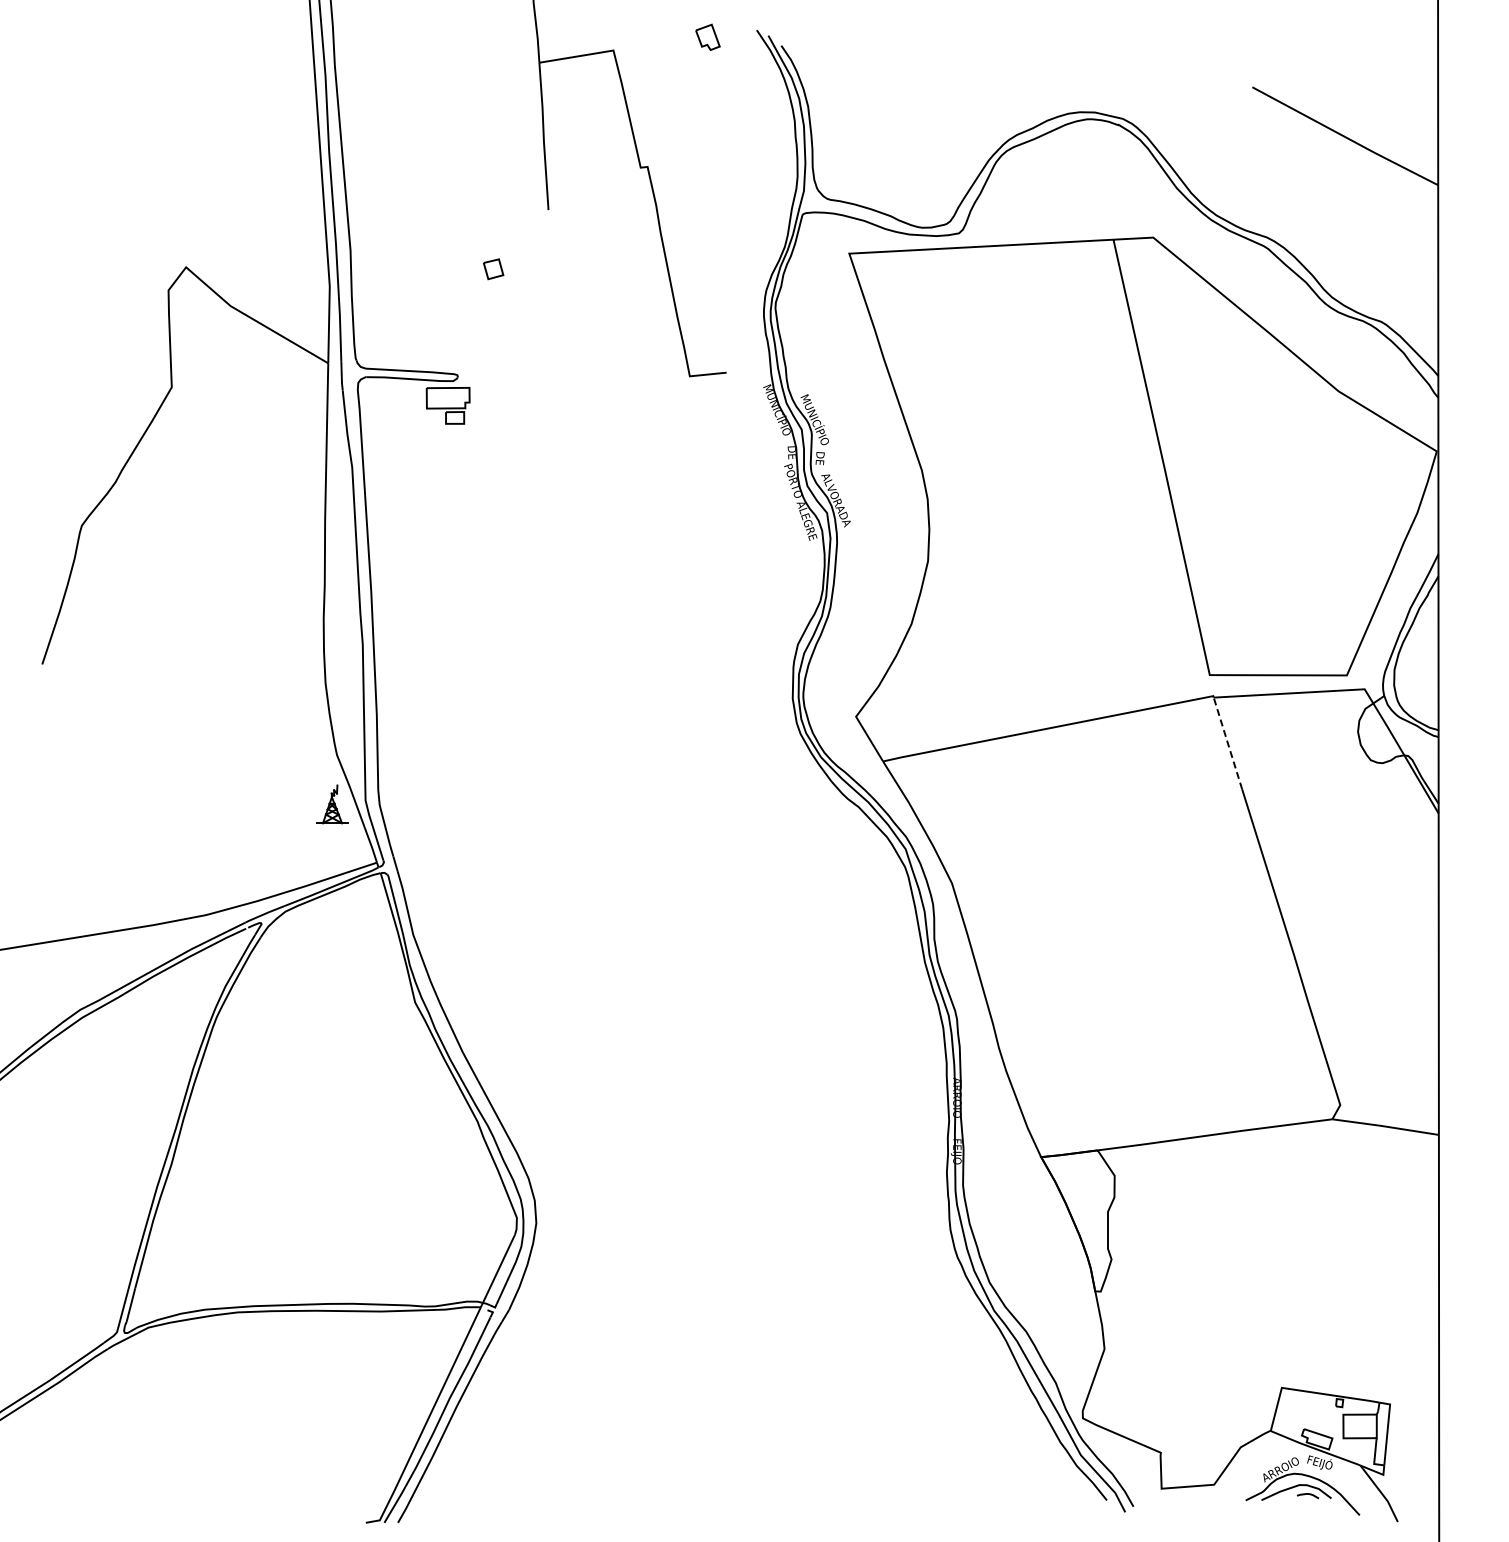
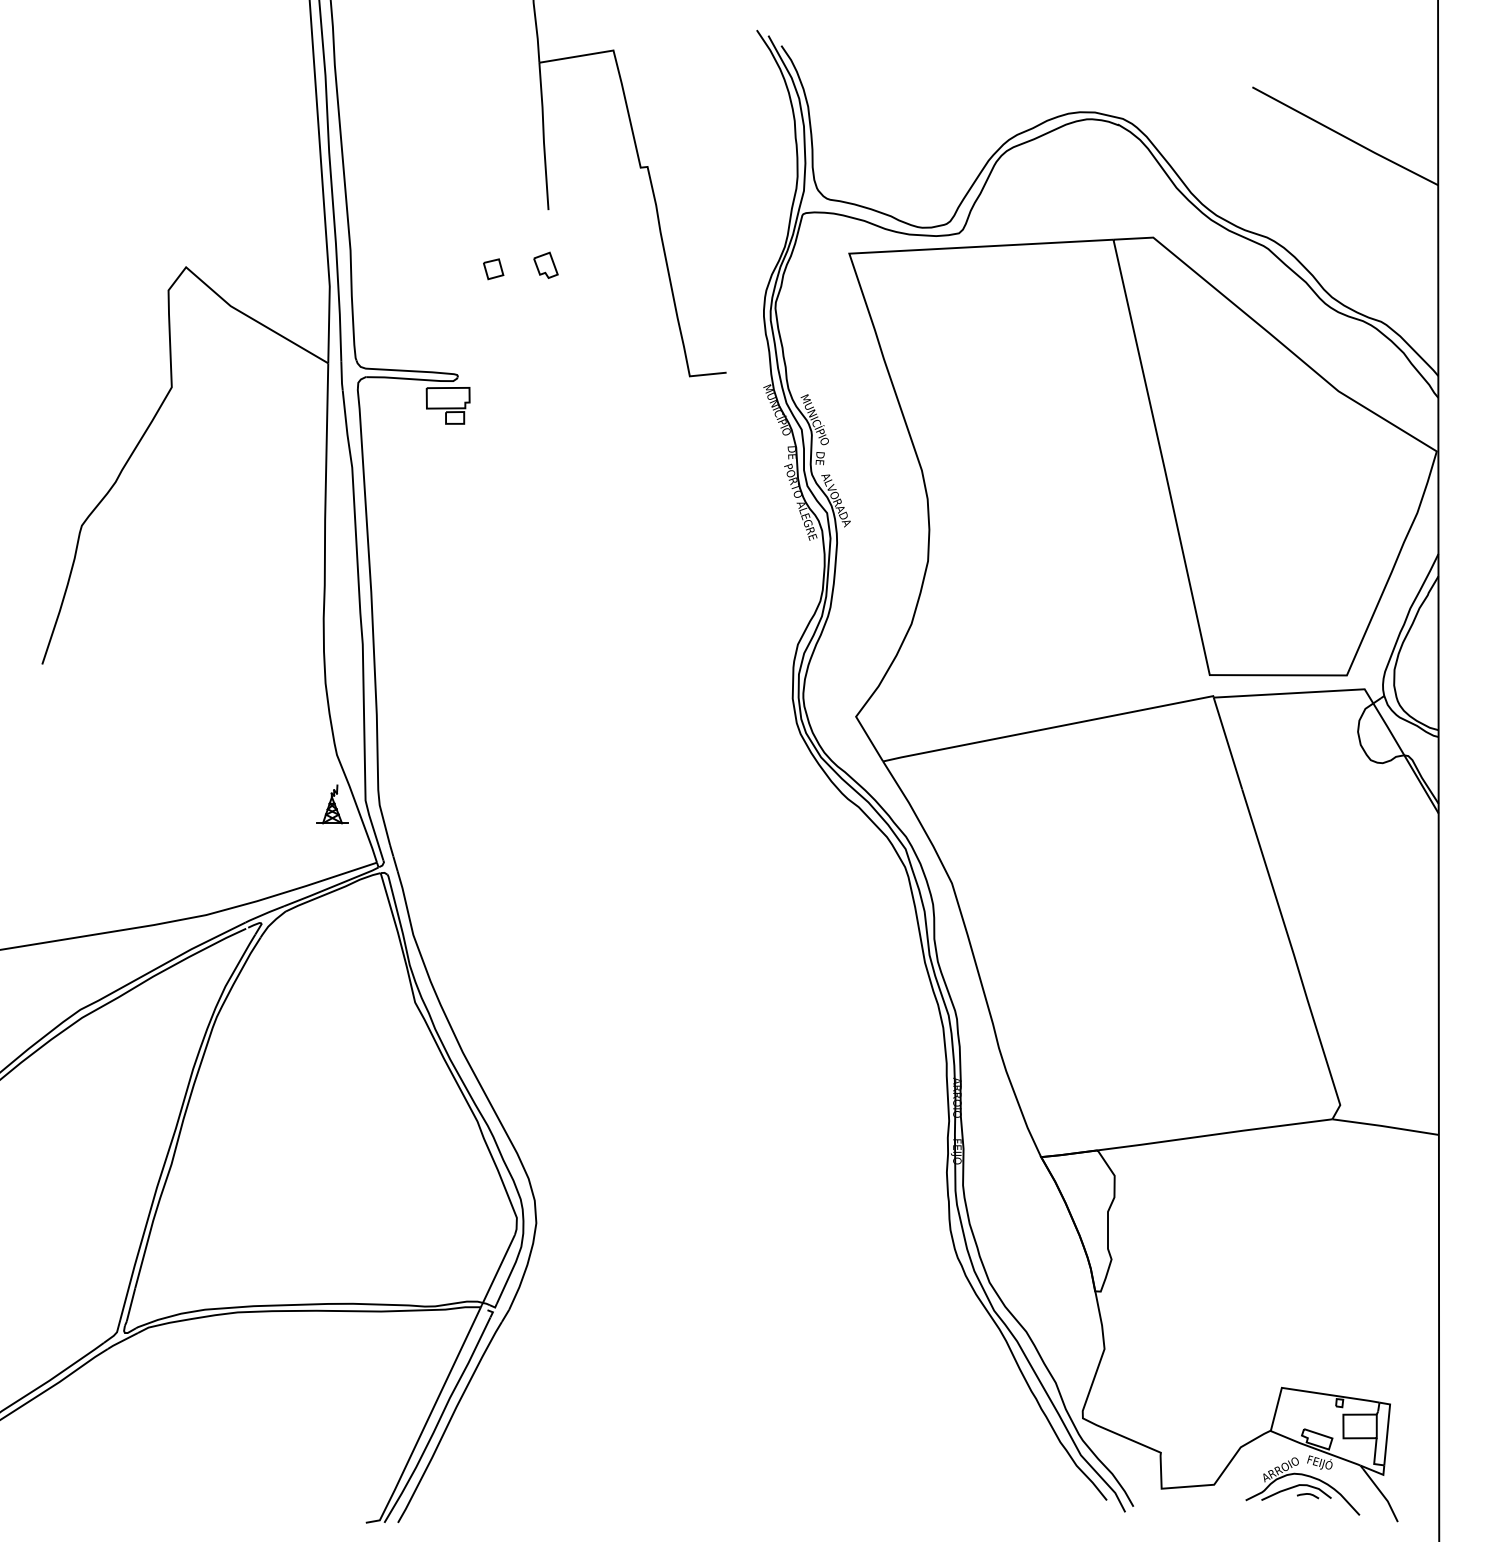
part at (707, 36) position: (707, 36) -> (545, 264)
line at (1227, 743): dashed -> solid
